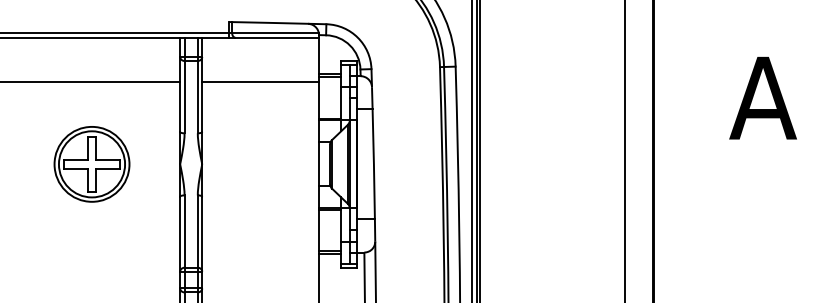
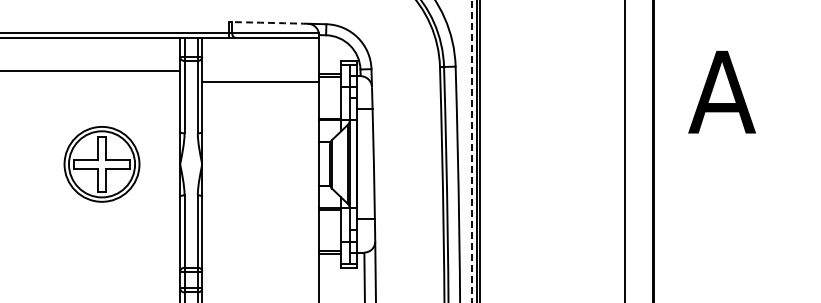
arc at (270, 22): solid -> dashed
line at (91, 81) position: (91, 81) -> (91, 70)
text at (762, 98) position: (762, 98) -> (721, 92)
line at (472, 151): solid -> dashed
part at (91, 164) position: (91, 164) -> (101, 164)
